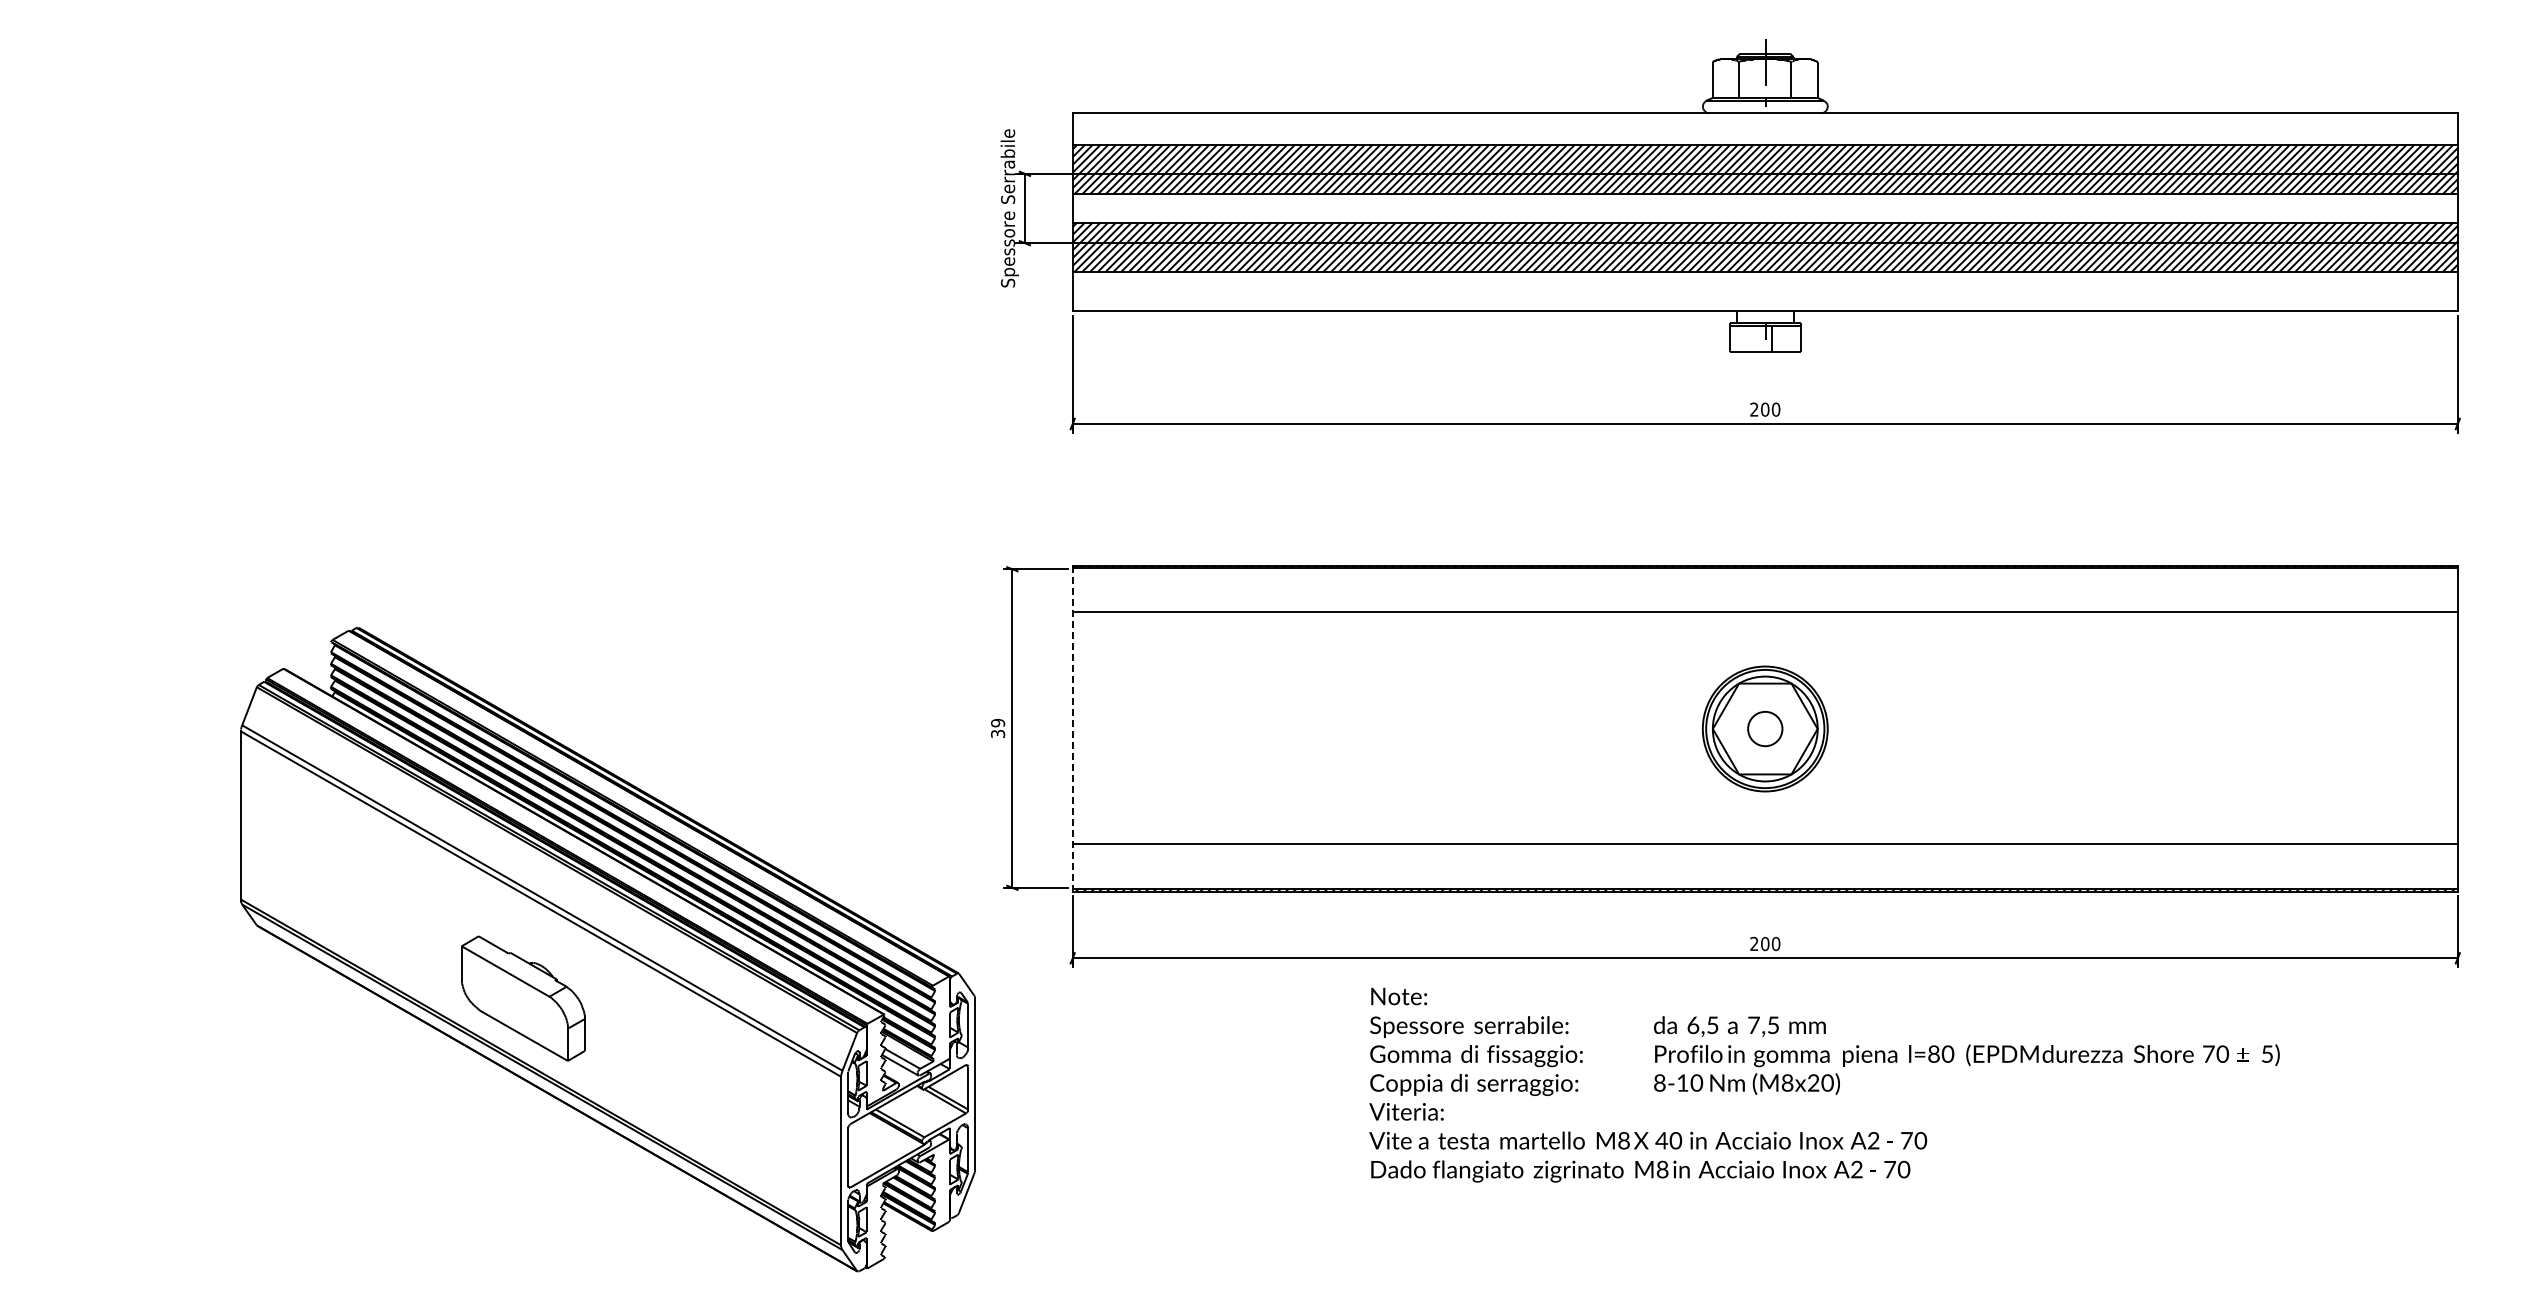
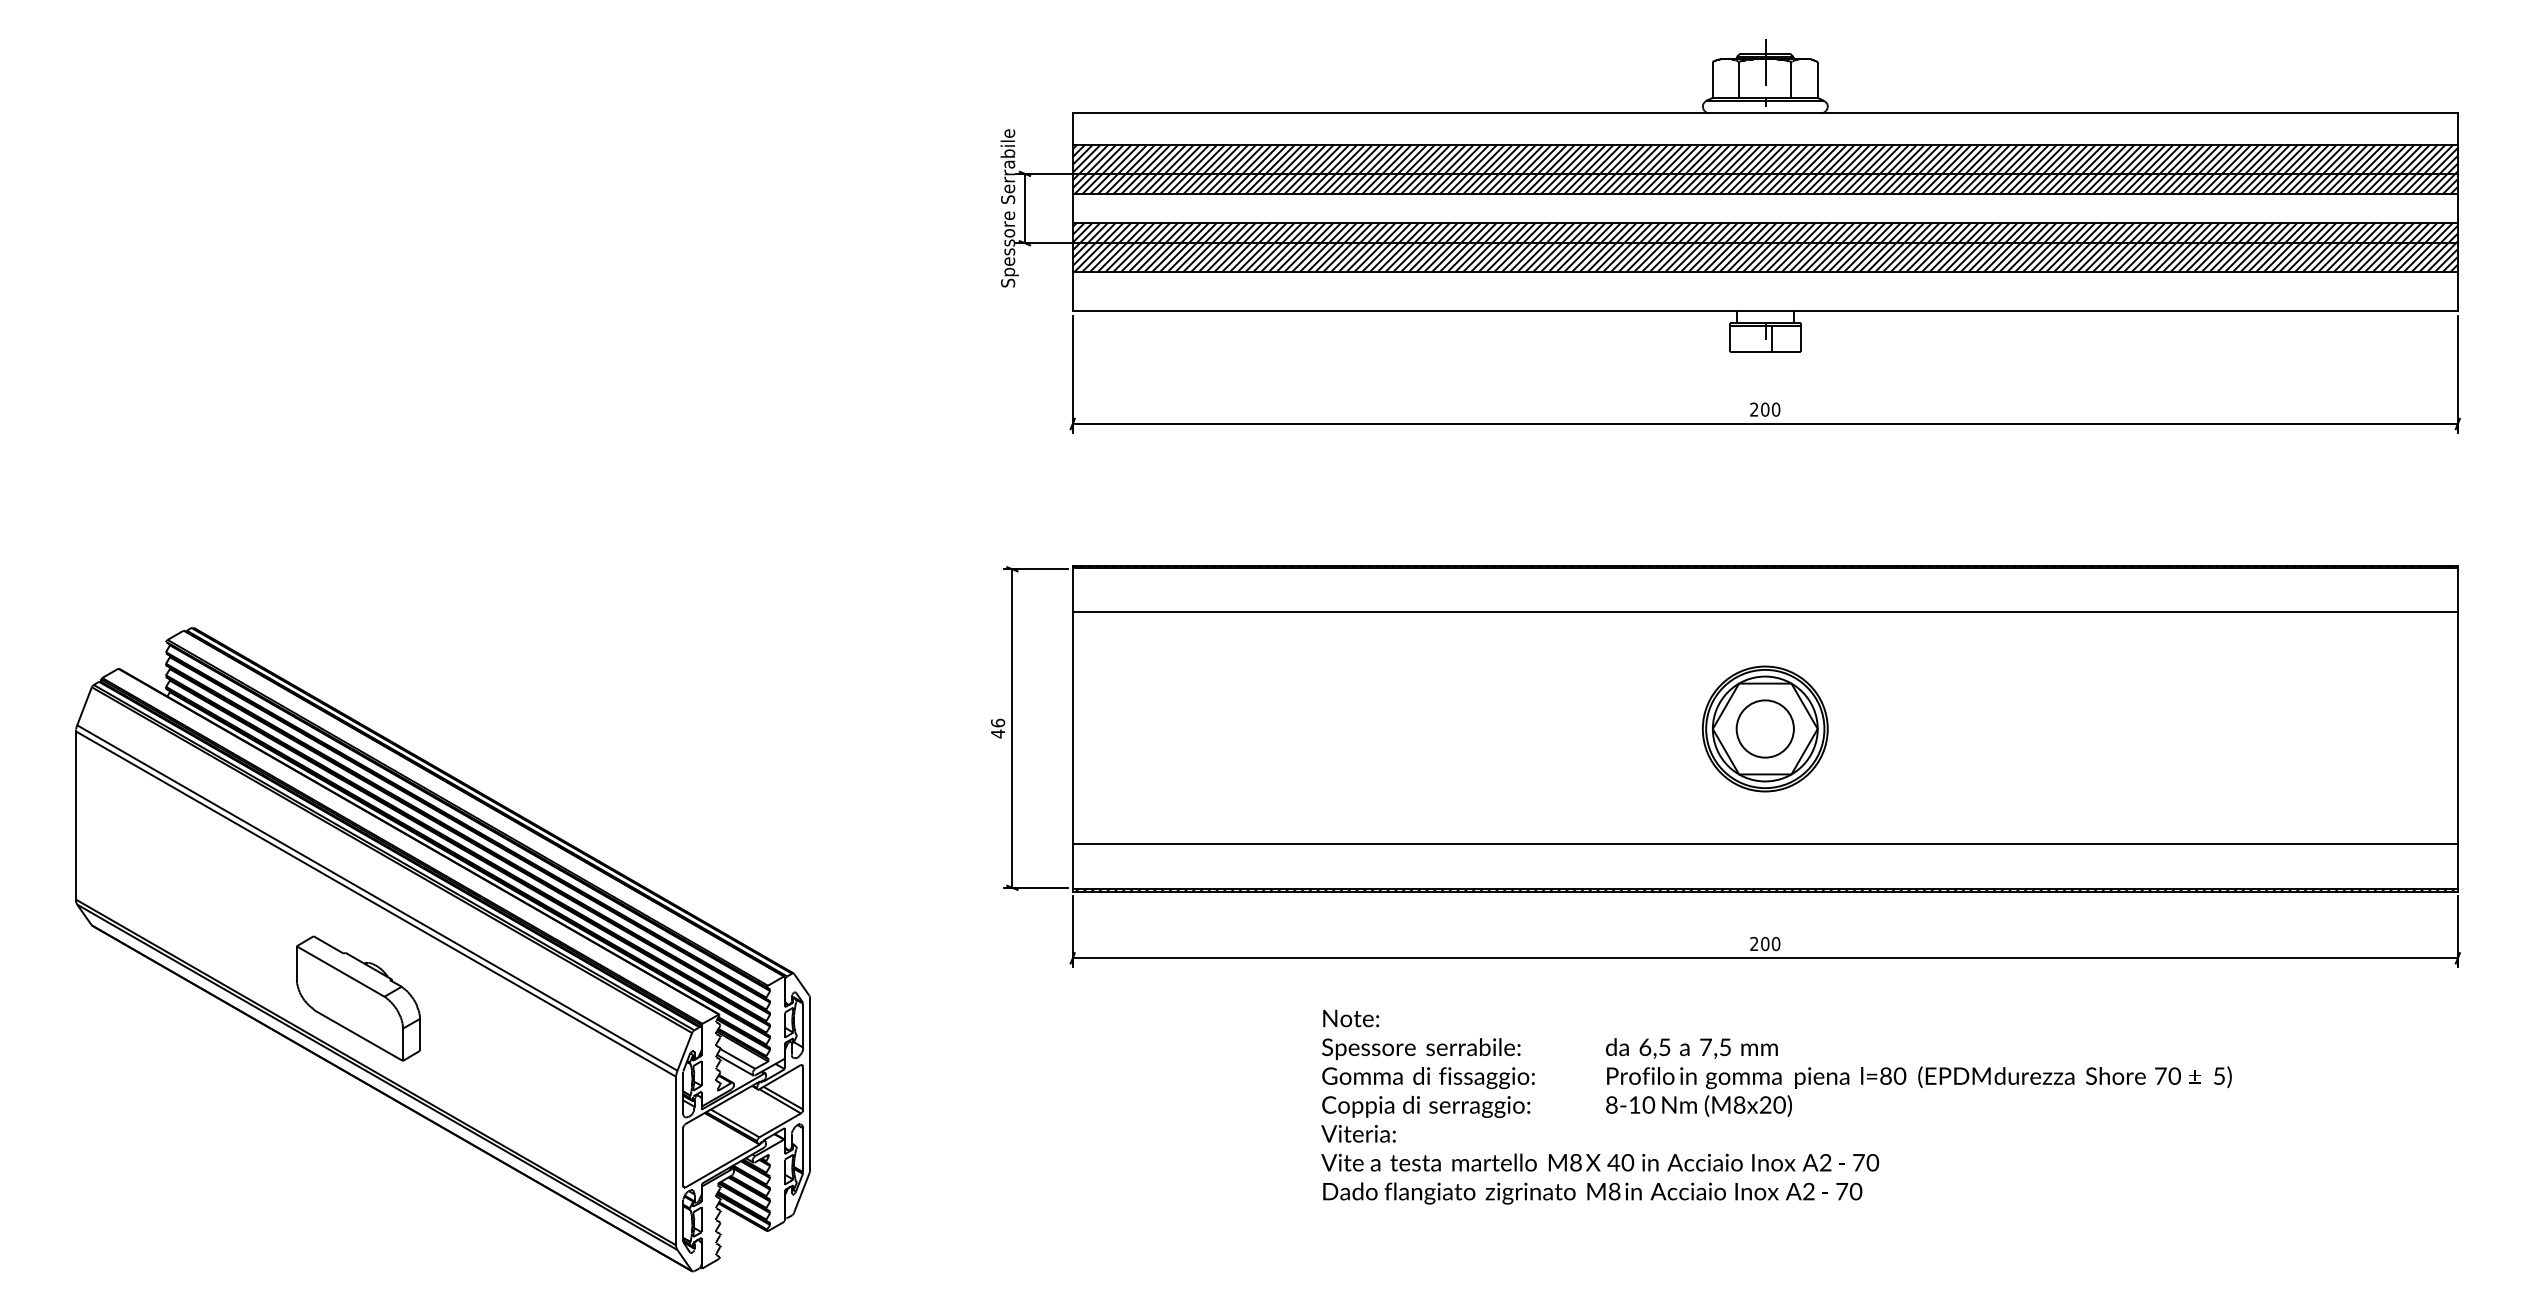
text at (998, 728): 39 -> 46
line at (1072, 728): dashed -> solid
circle at (1765, 728) diameter: 34 px -> 57 px
part at (607, 949) position: (607, 949) -> (442, 949)
text at (1824, 1084) position: (1824, 1084) -> (1776, 1106)
